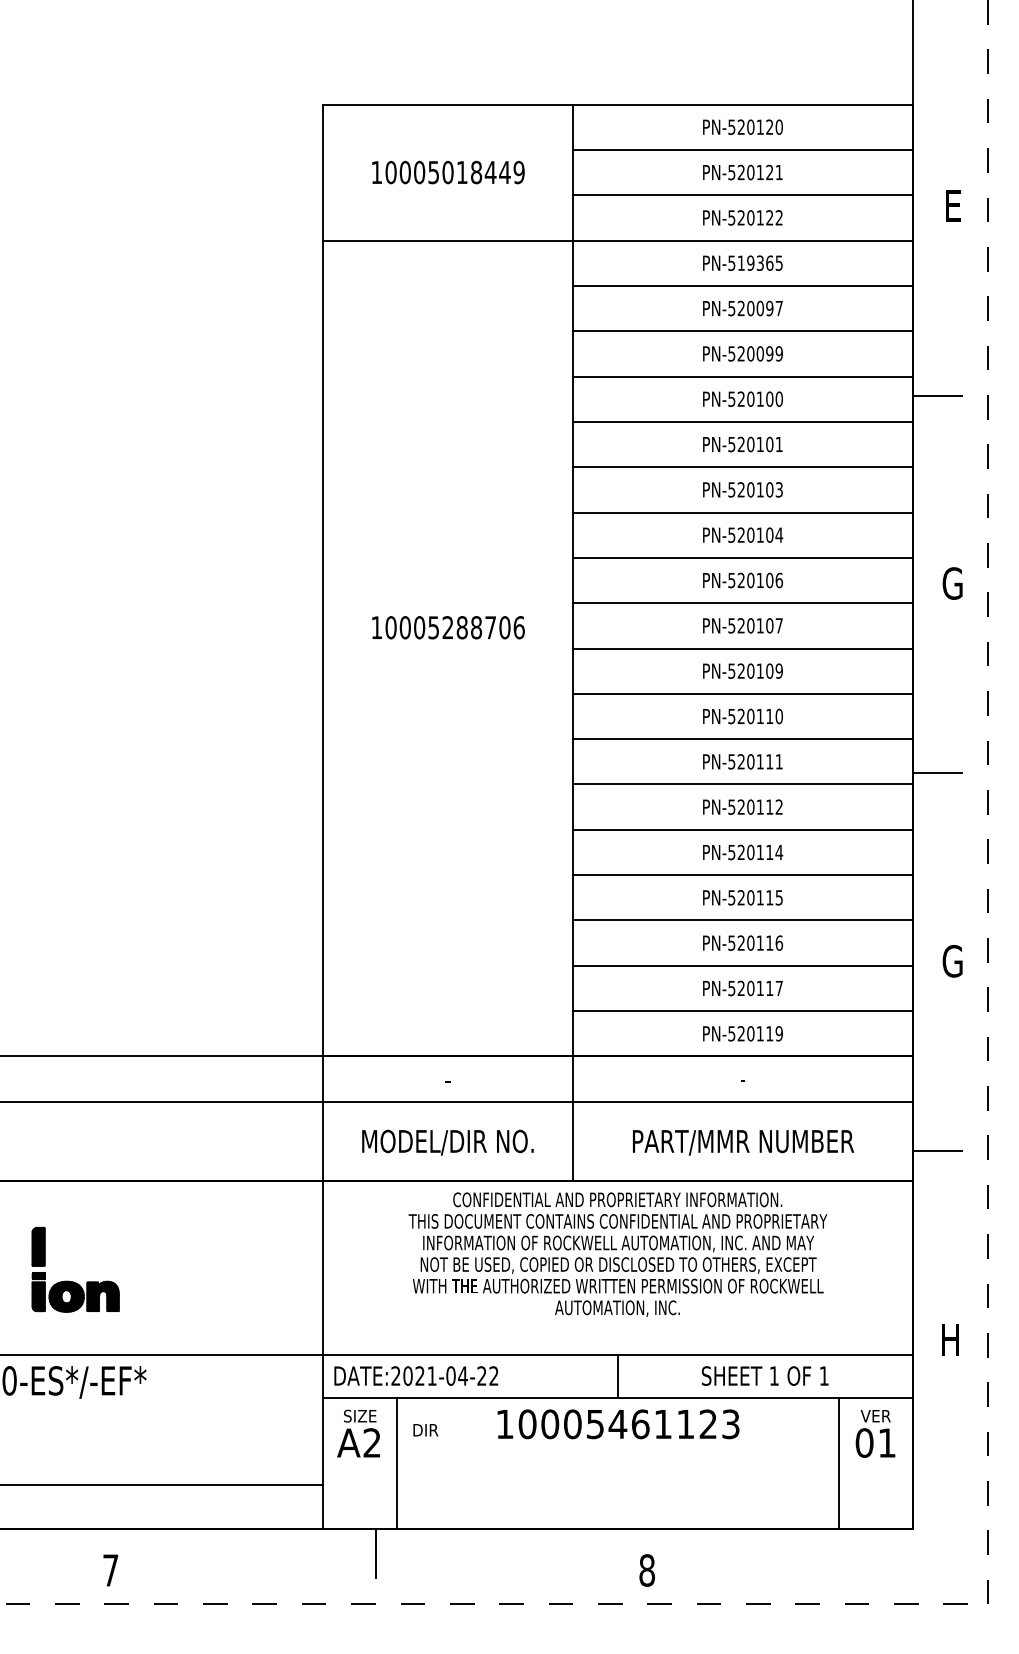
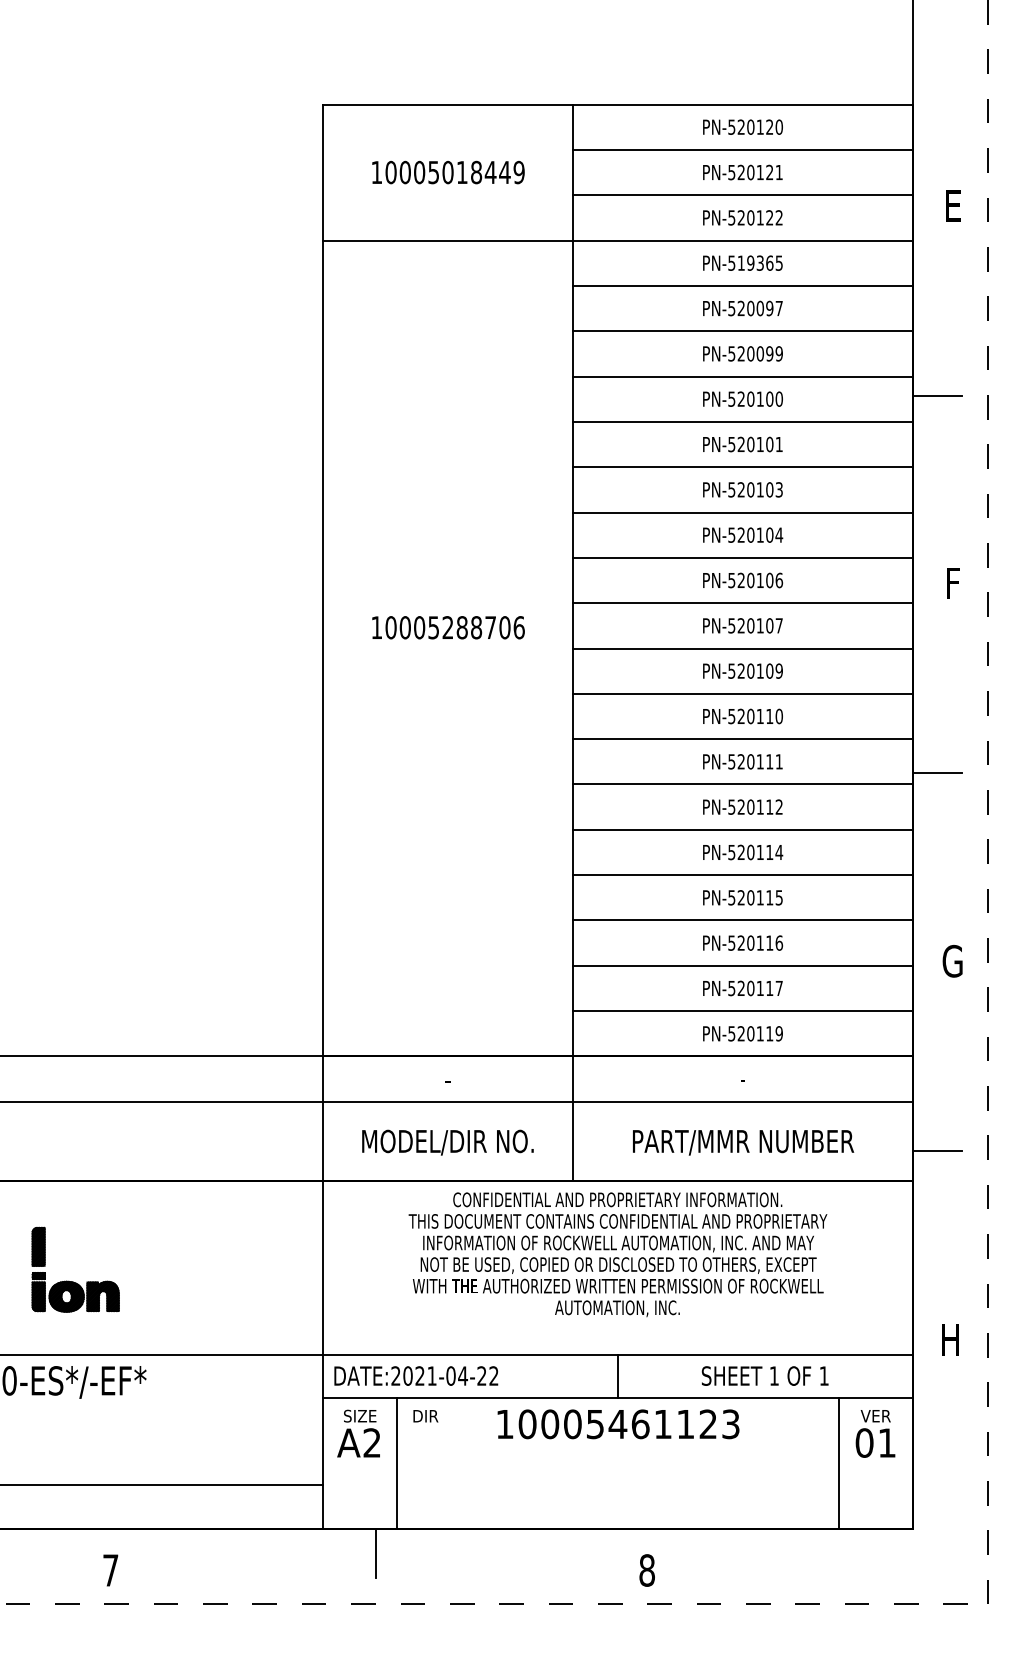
text at (952, 583): G -> F
text at (425, 1430) position: (425, 1430) -> (425, 1416)
